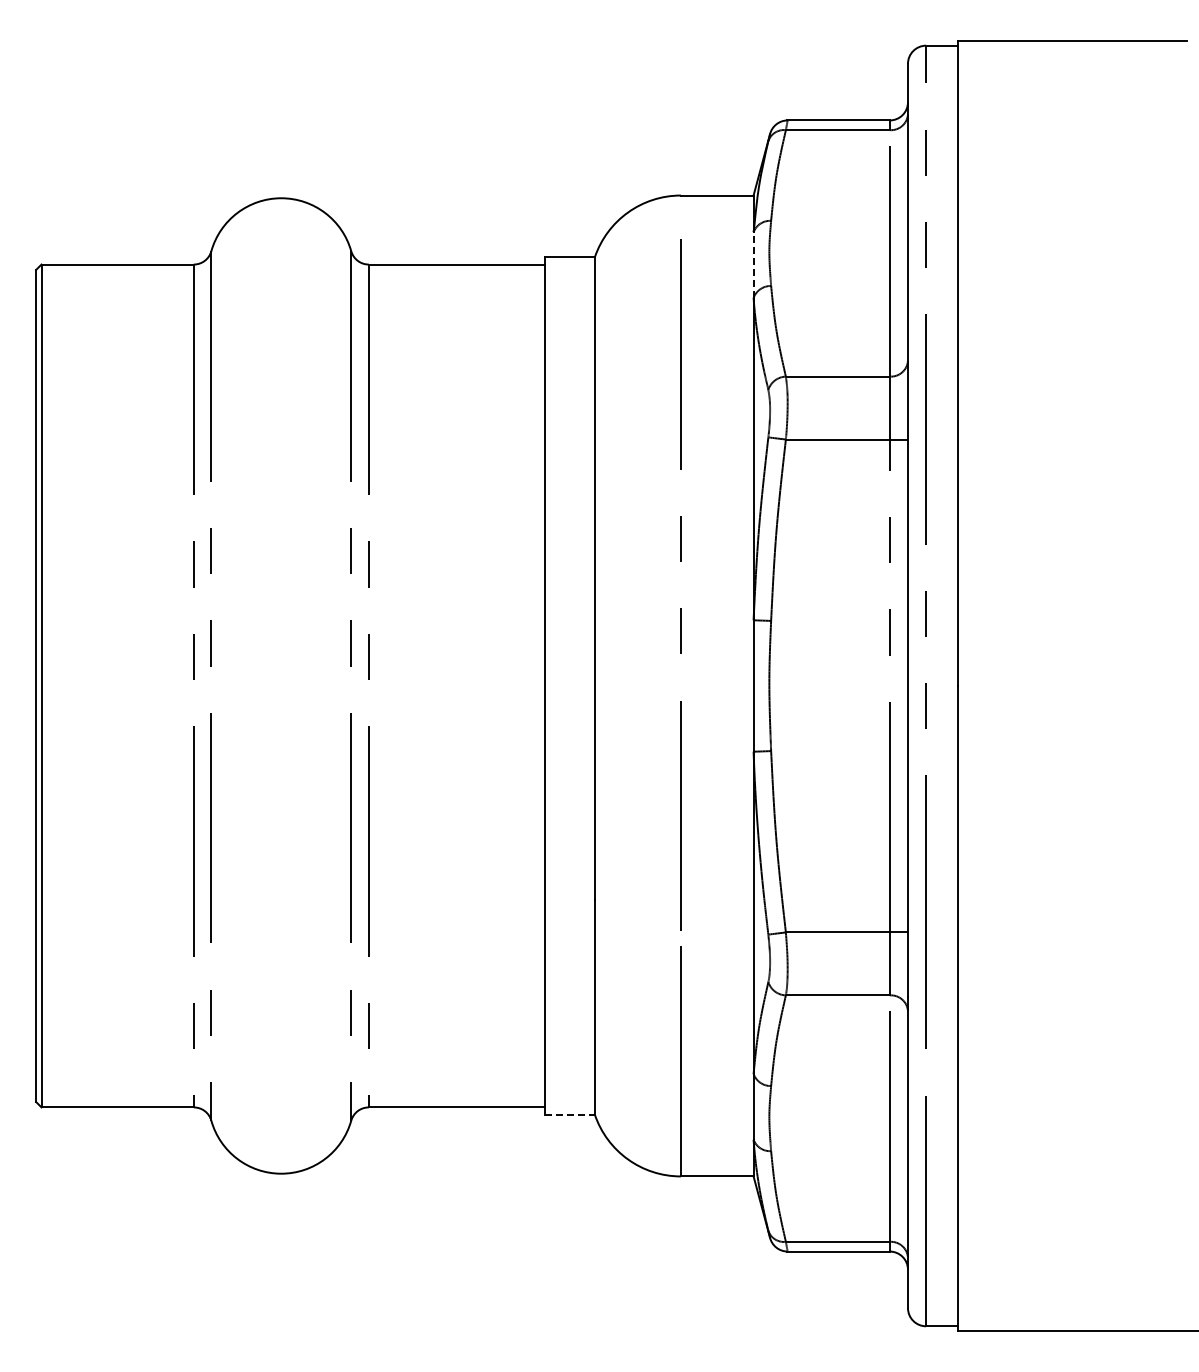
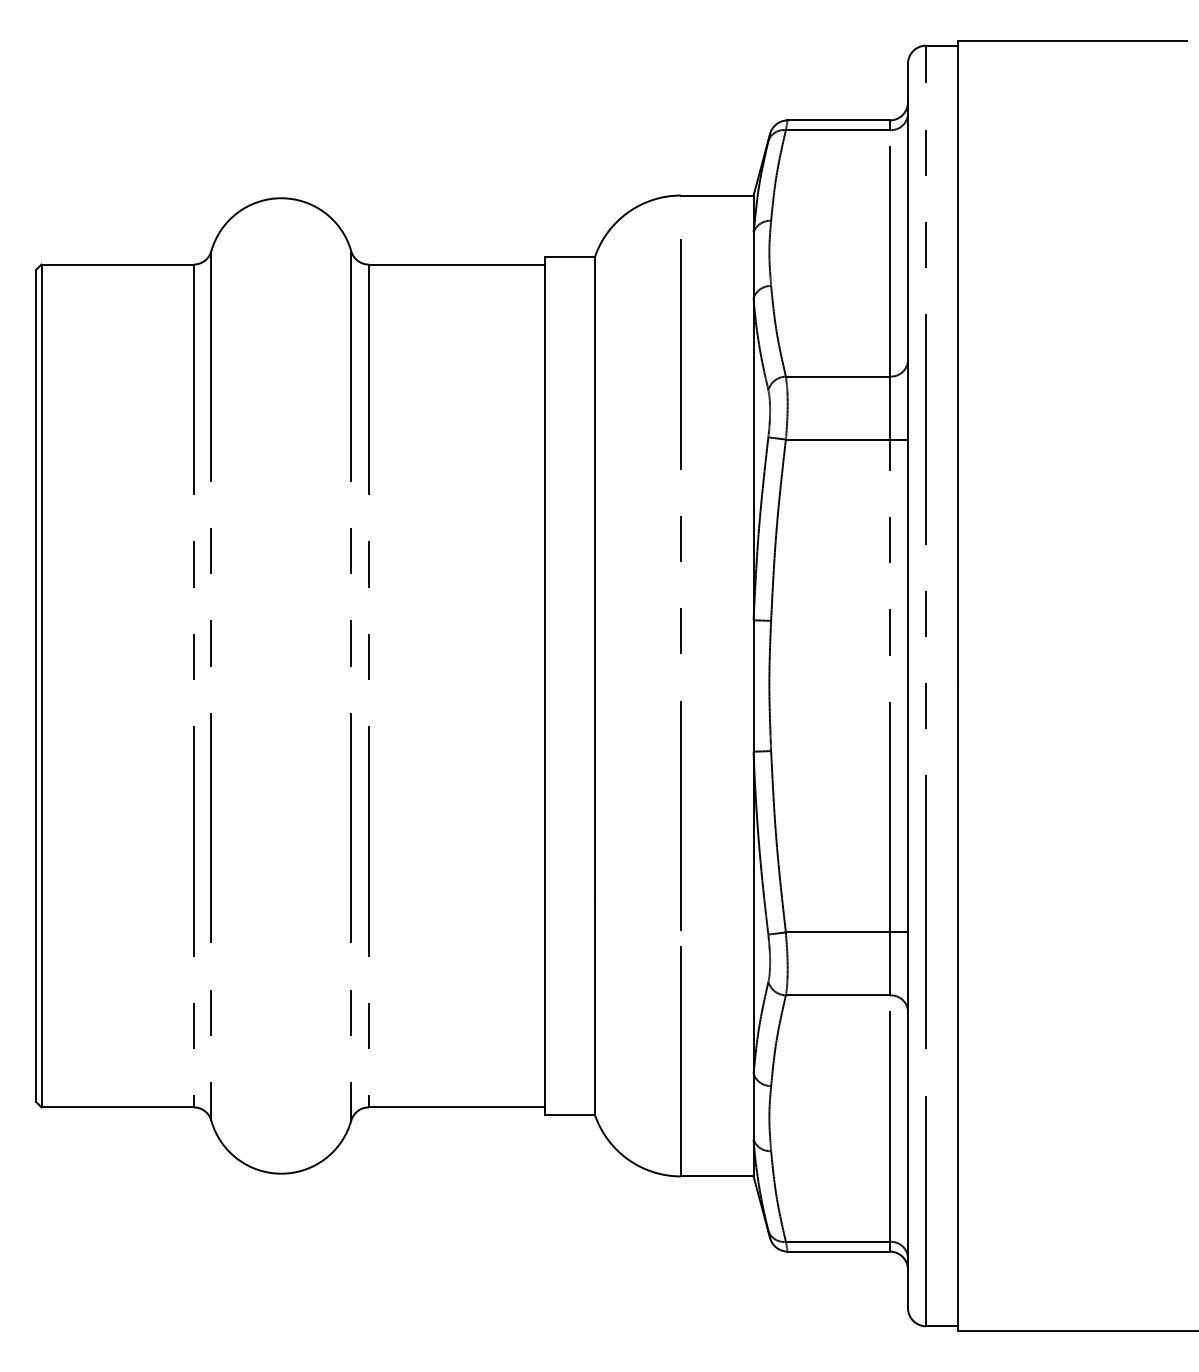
line at (753, 265): dashed -> solid
line at (570, 1114): dashed -> solid
